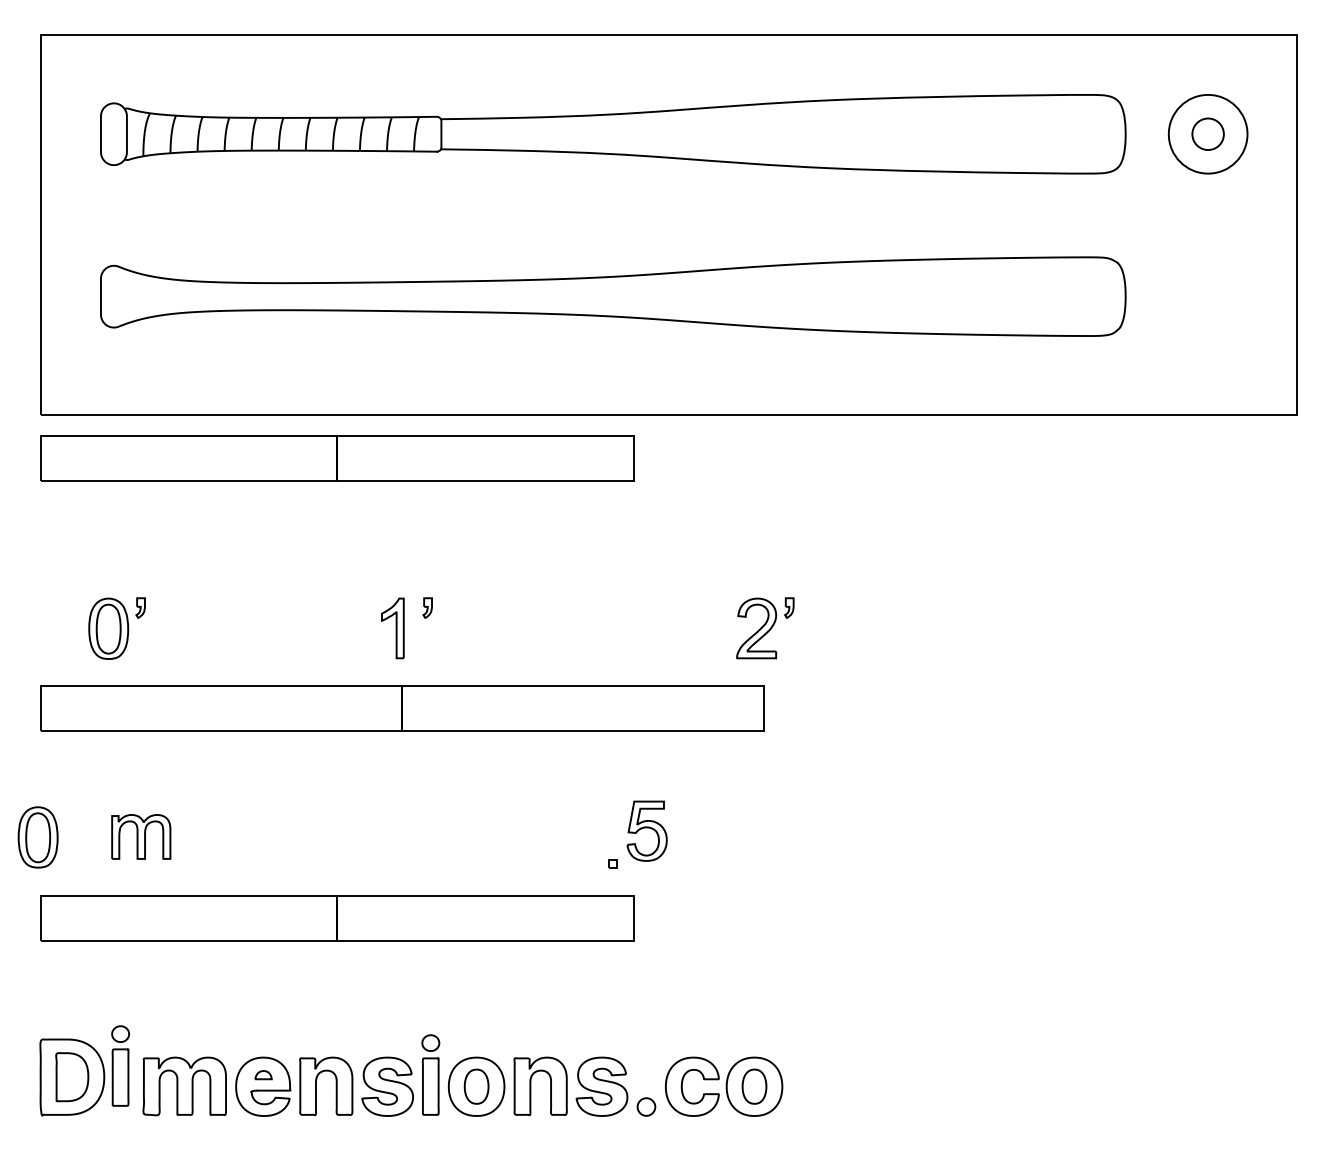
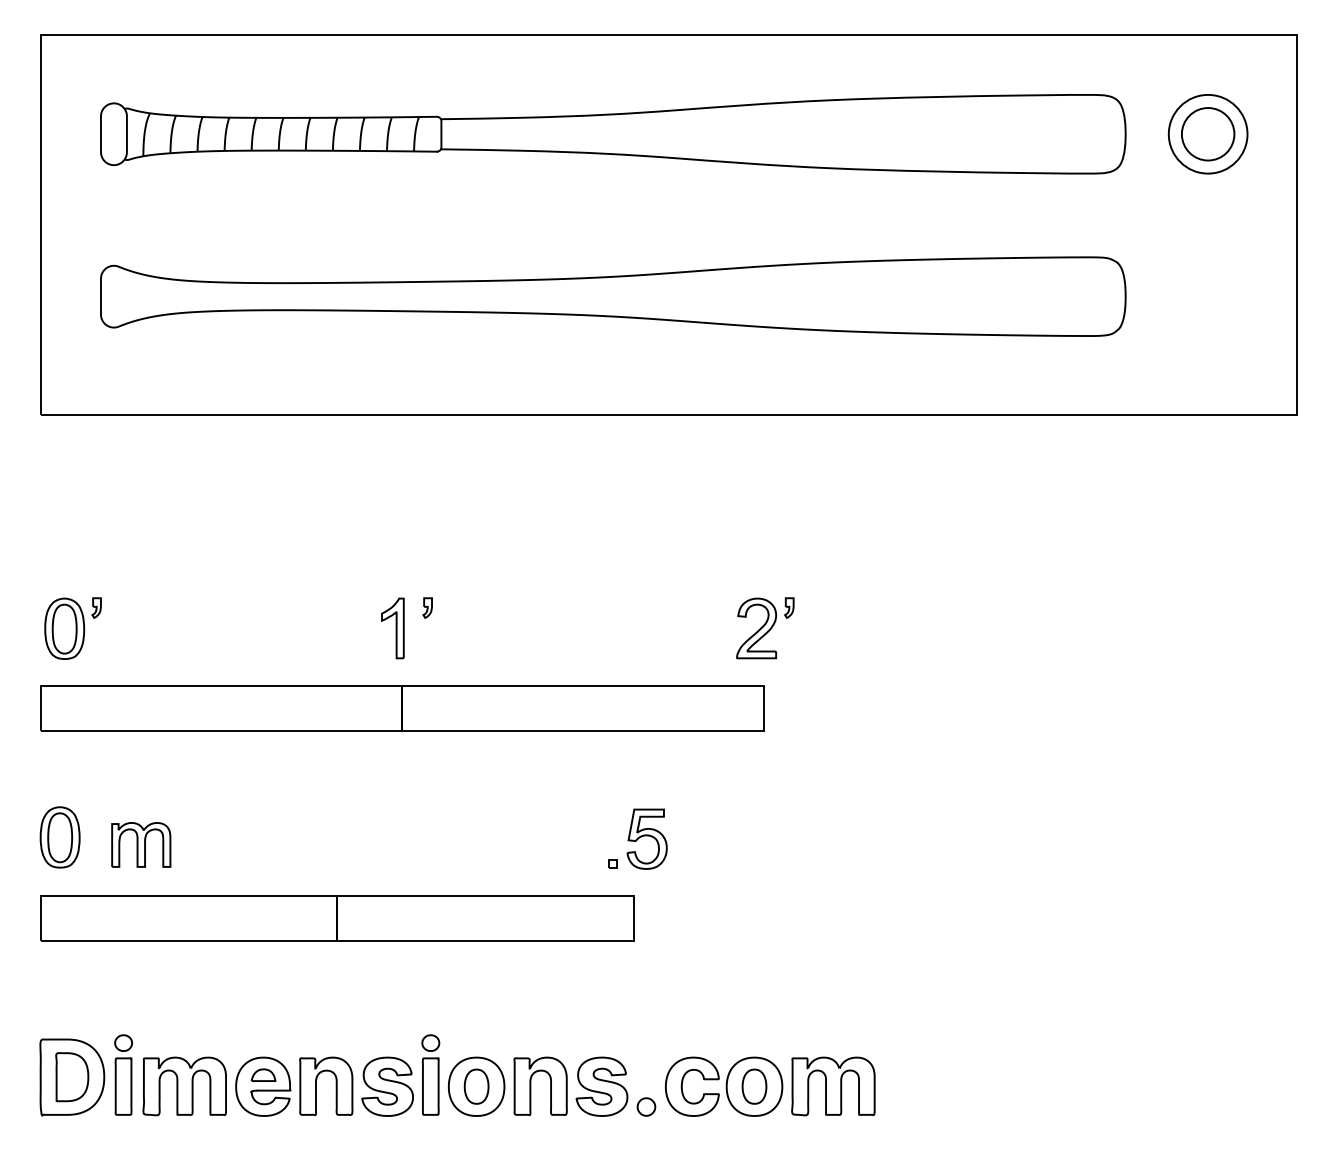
circle at (1207, 134) diameter: 32 px -> 53 px
part at (337, 458): present -> none
part at (116, 628) position: (116, 628) -> (72, 628)
part at (646, 830) position: (646, 830) -> (646, 838)
part at (141, 836) position: (141, 836) -> (141, 844)
part at (37, 837) position: (37, 837) -> (59, 837)
part at (120, 1065) position: (120, 1065) -> (123, 1074)
part at (263, 1075) size: 19x11 px -> 27x14 px
part at (833, 1086): none -> present
